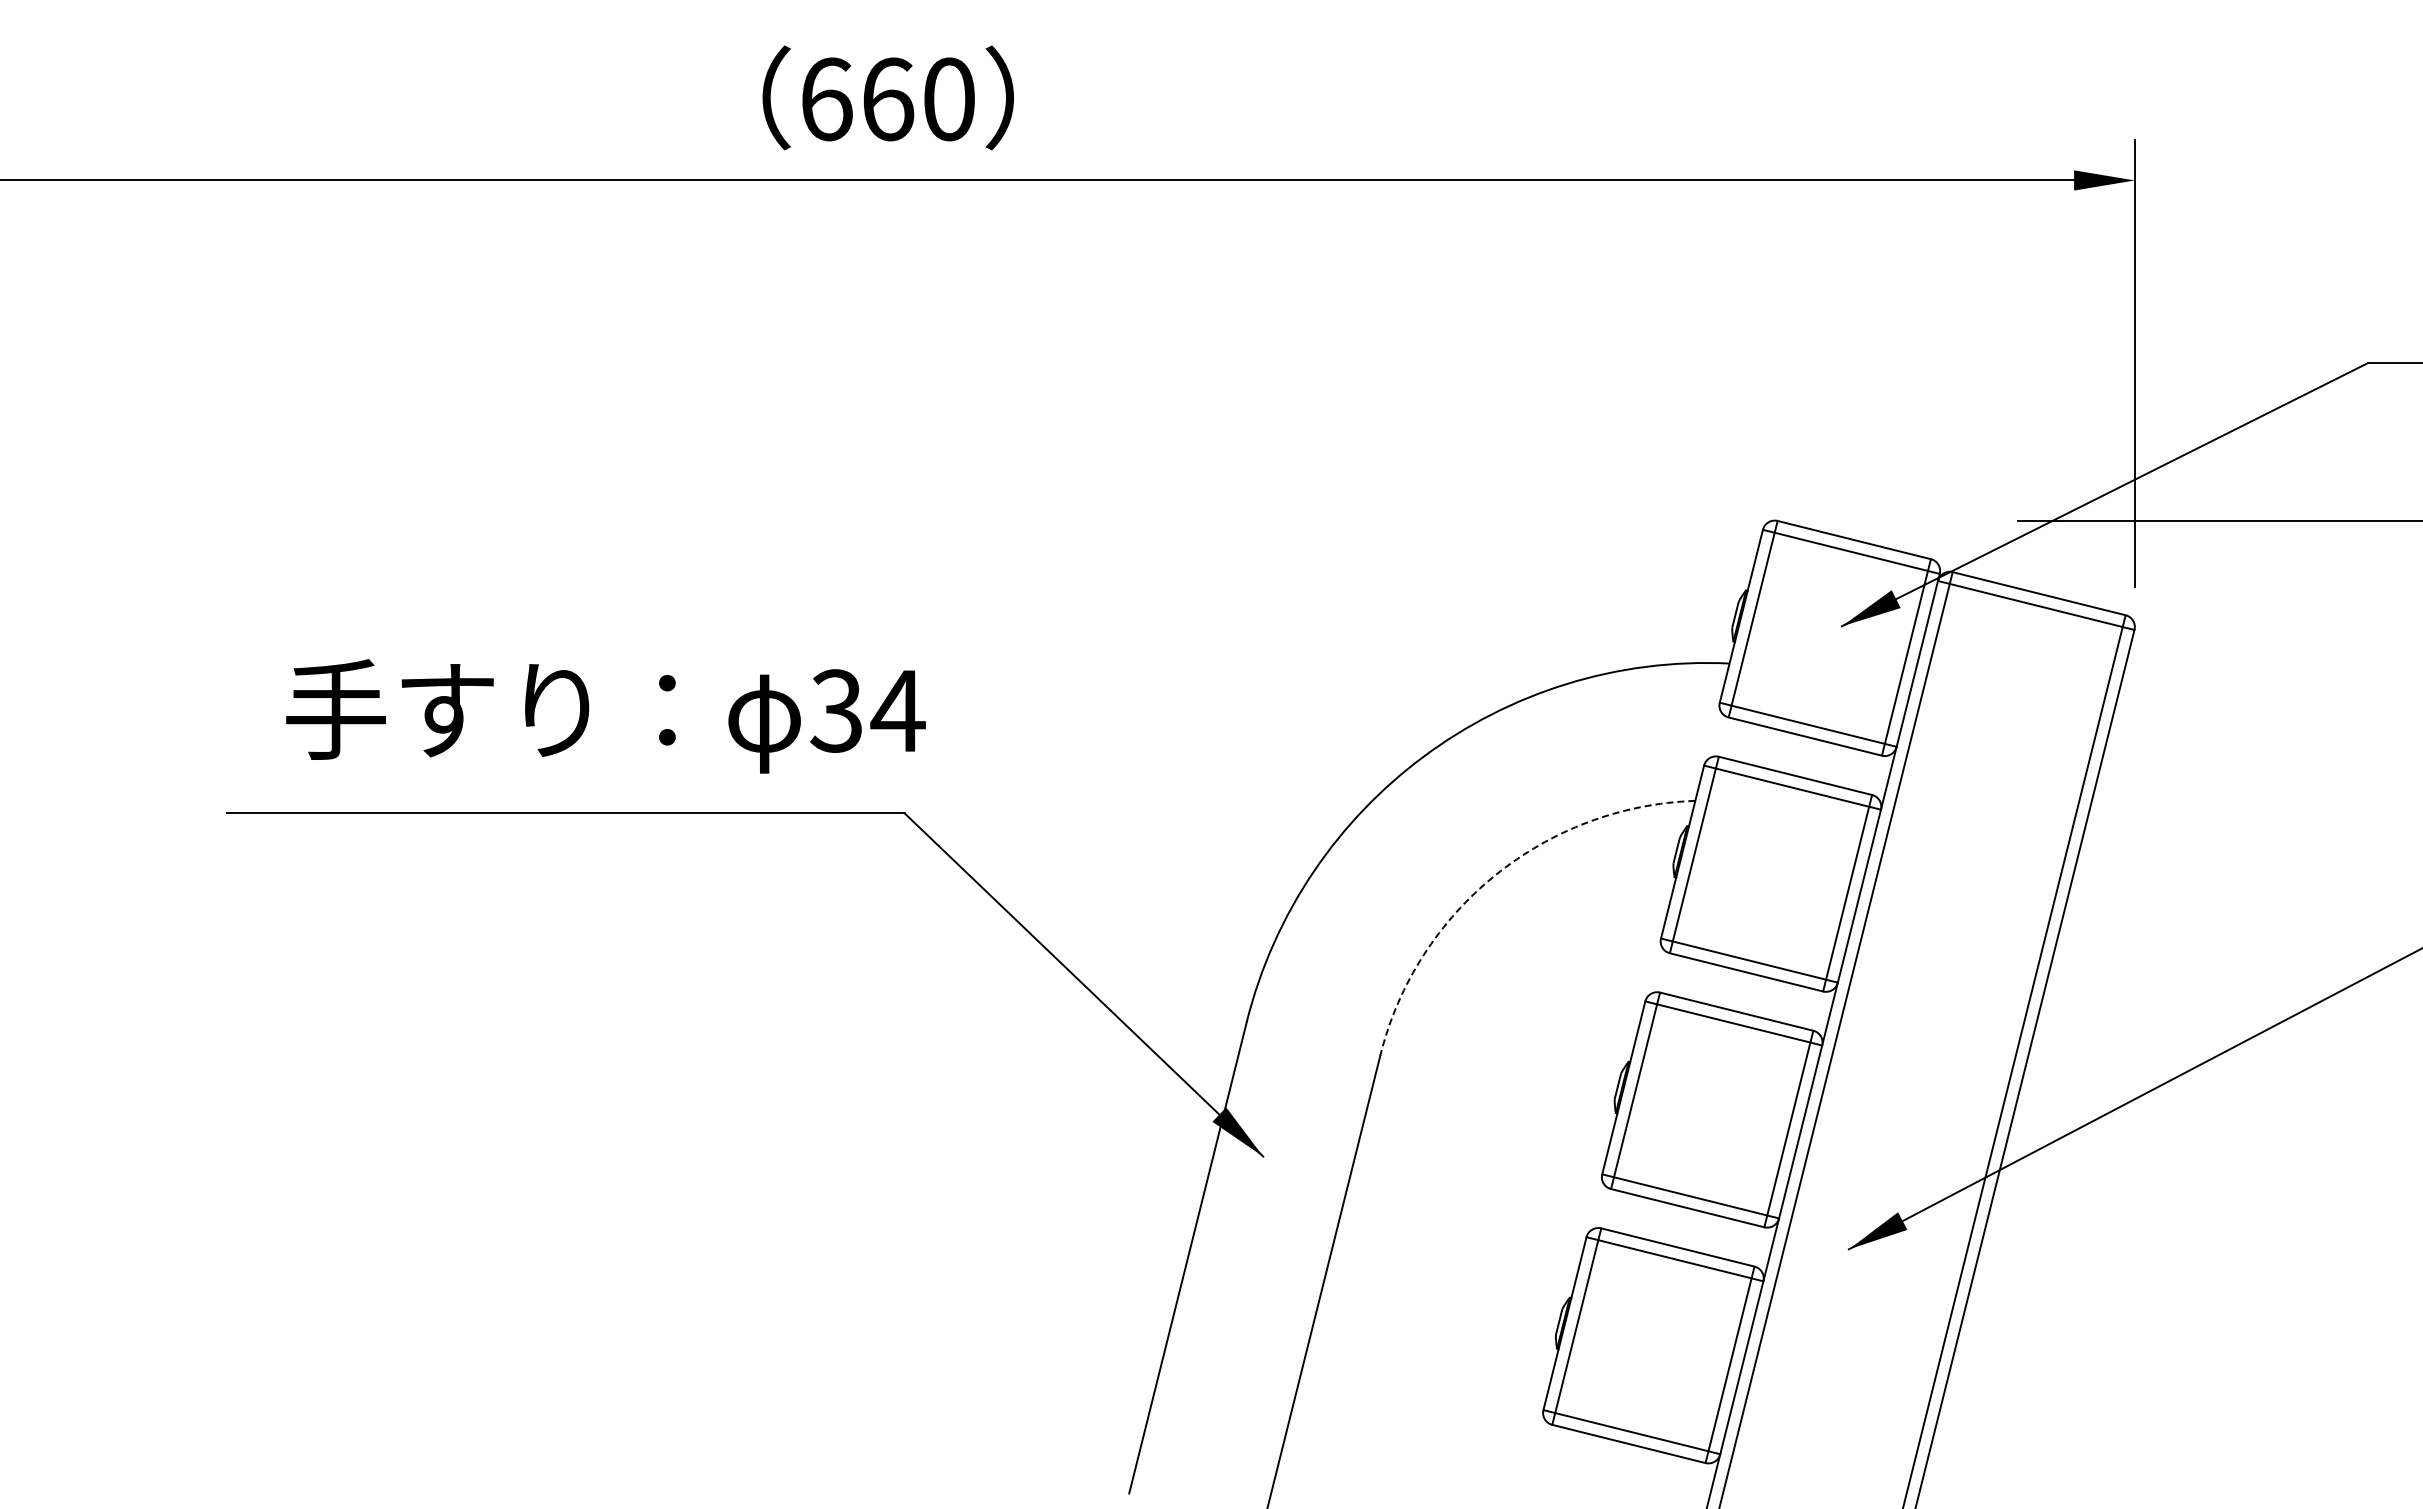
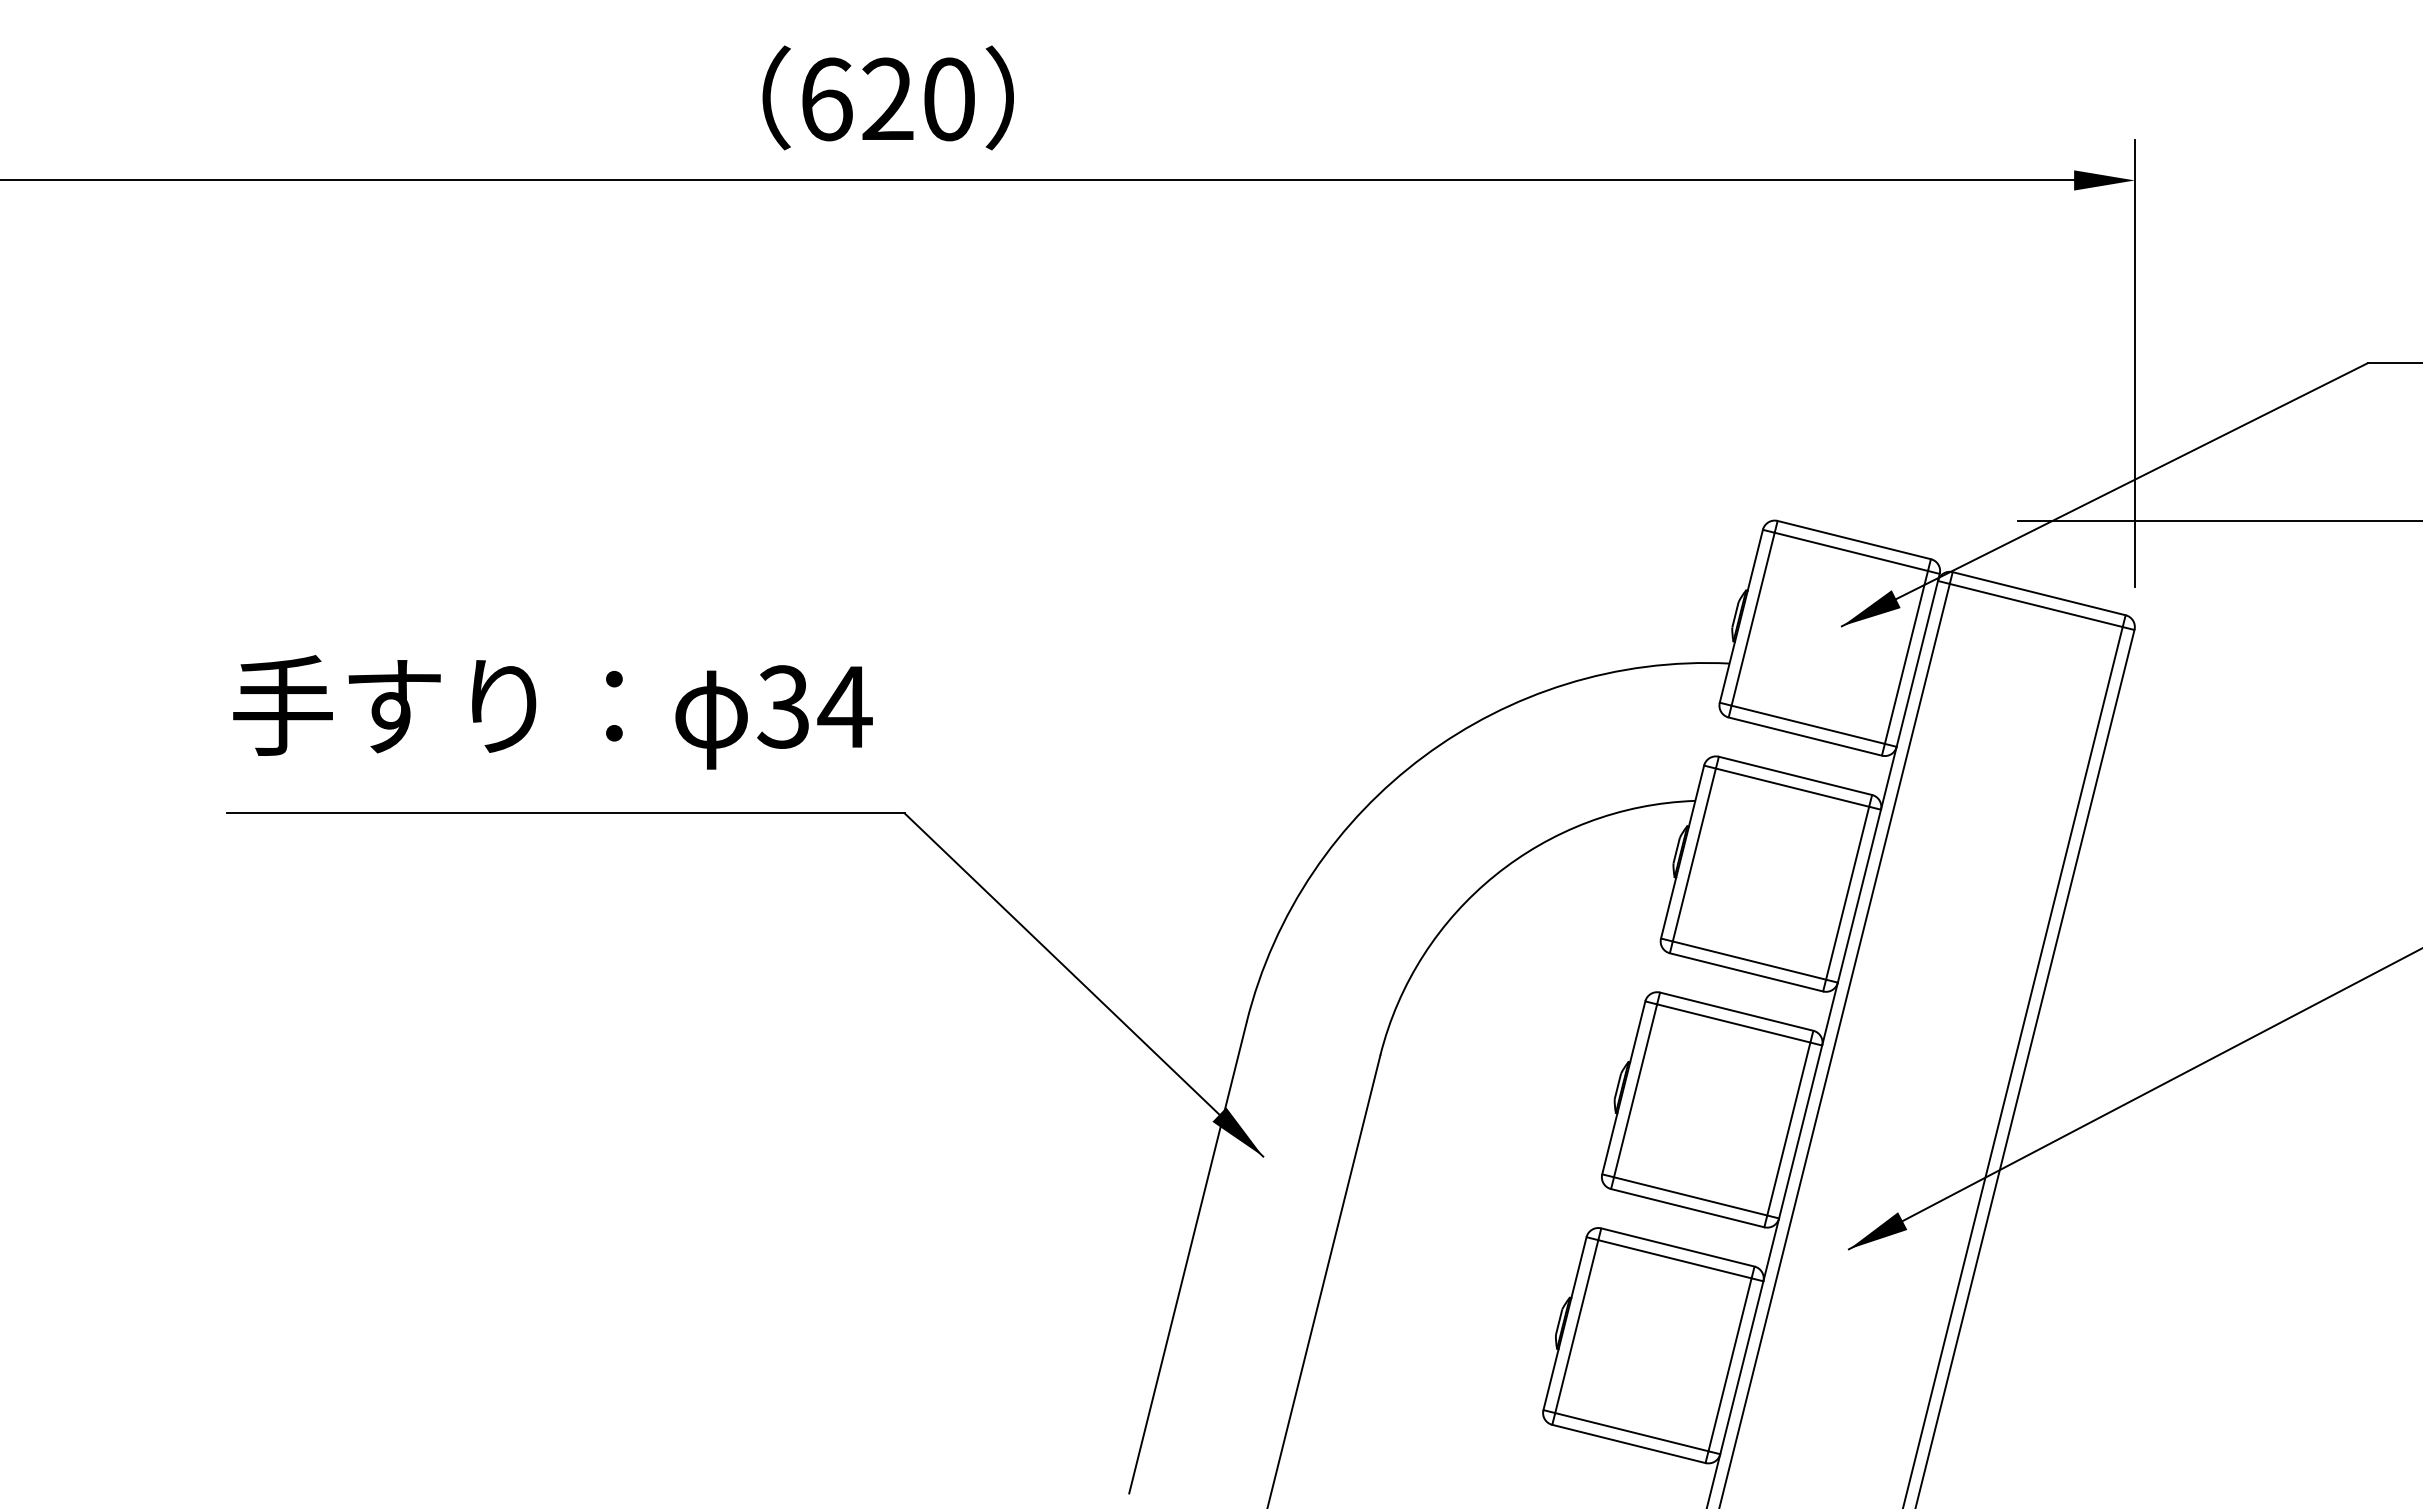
text at (888, 99): 660 -> 620
text at (605, 716) position: (605, 716) -> (552, 712)
arc at (1495, 875): dashed -> solid
